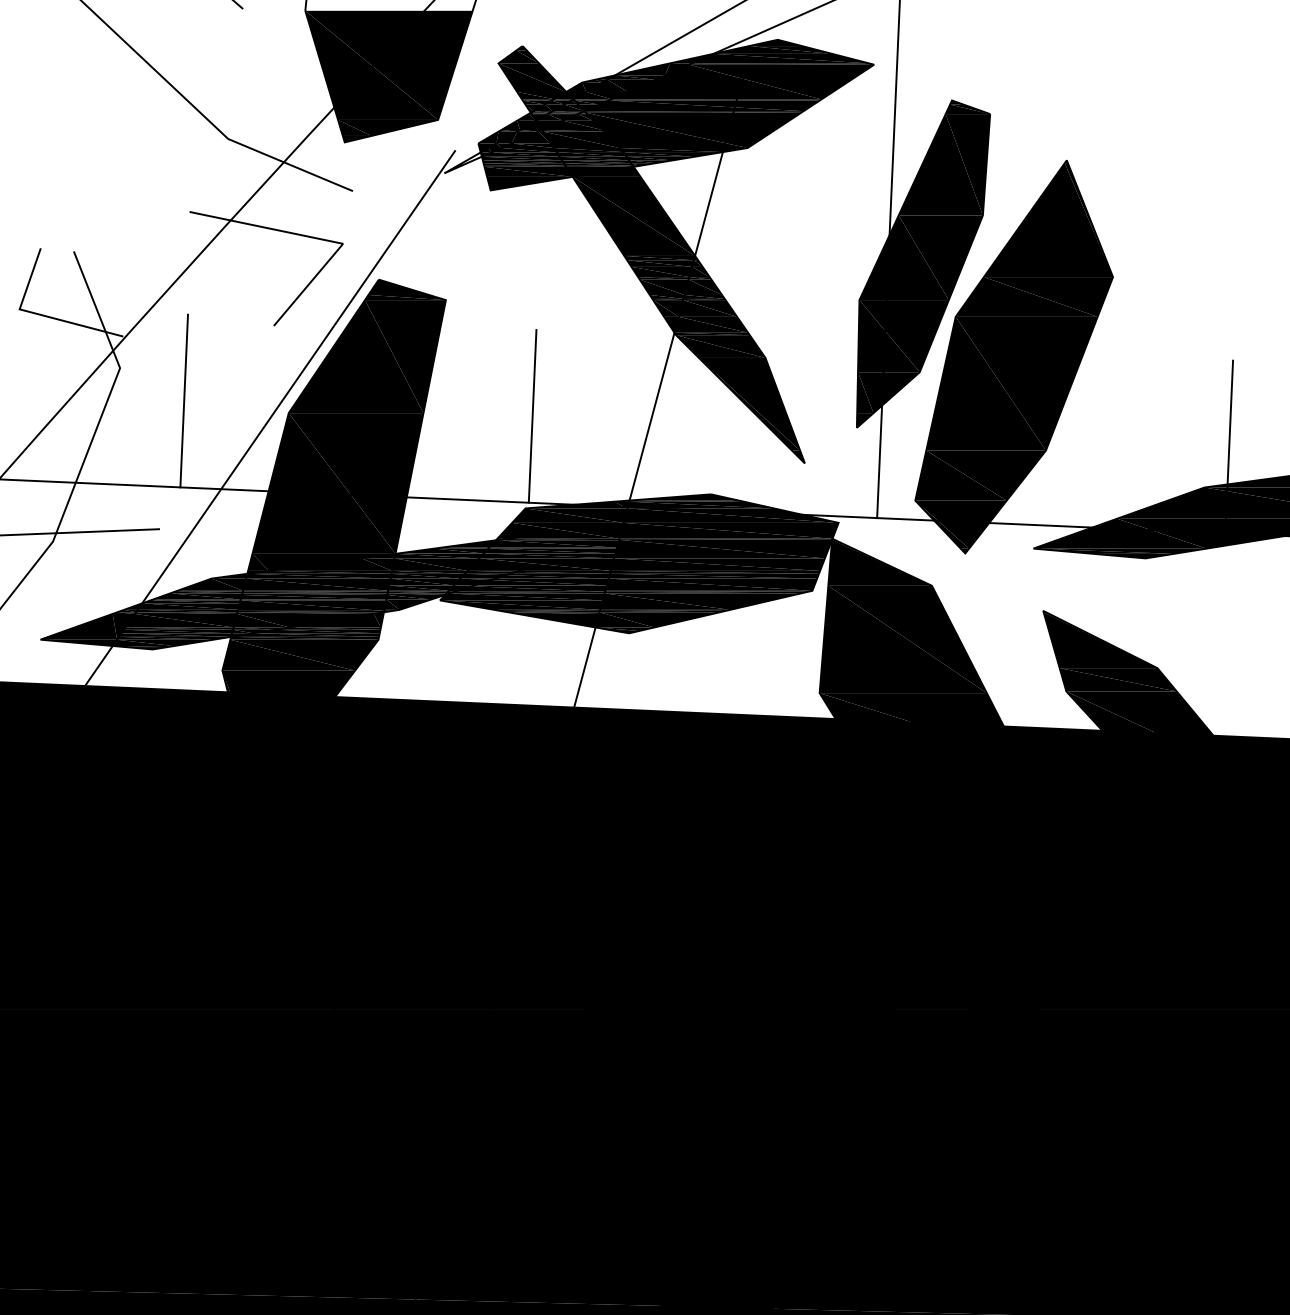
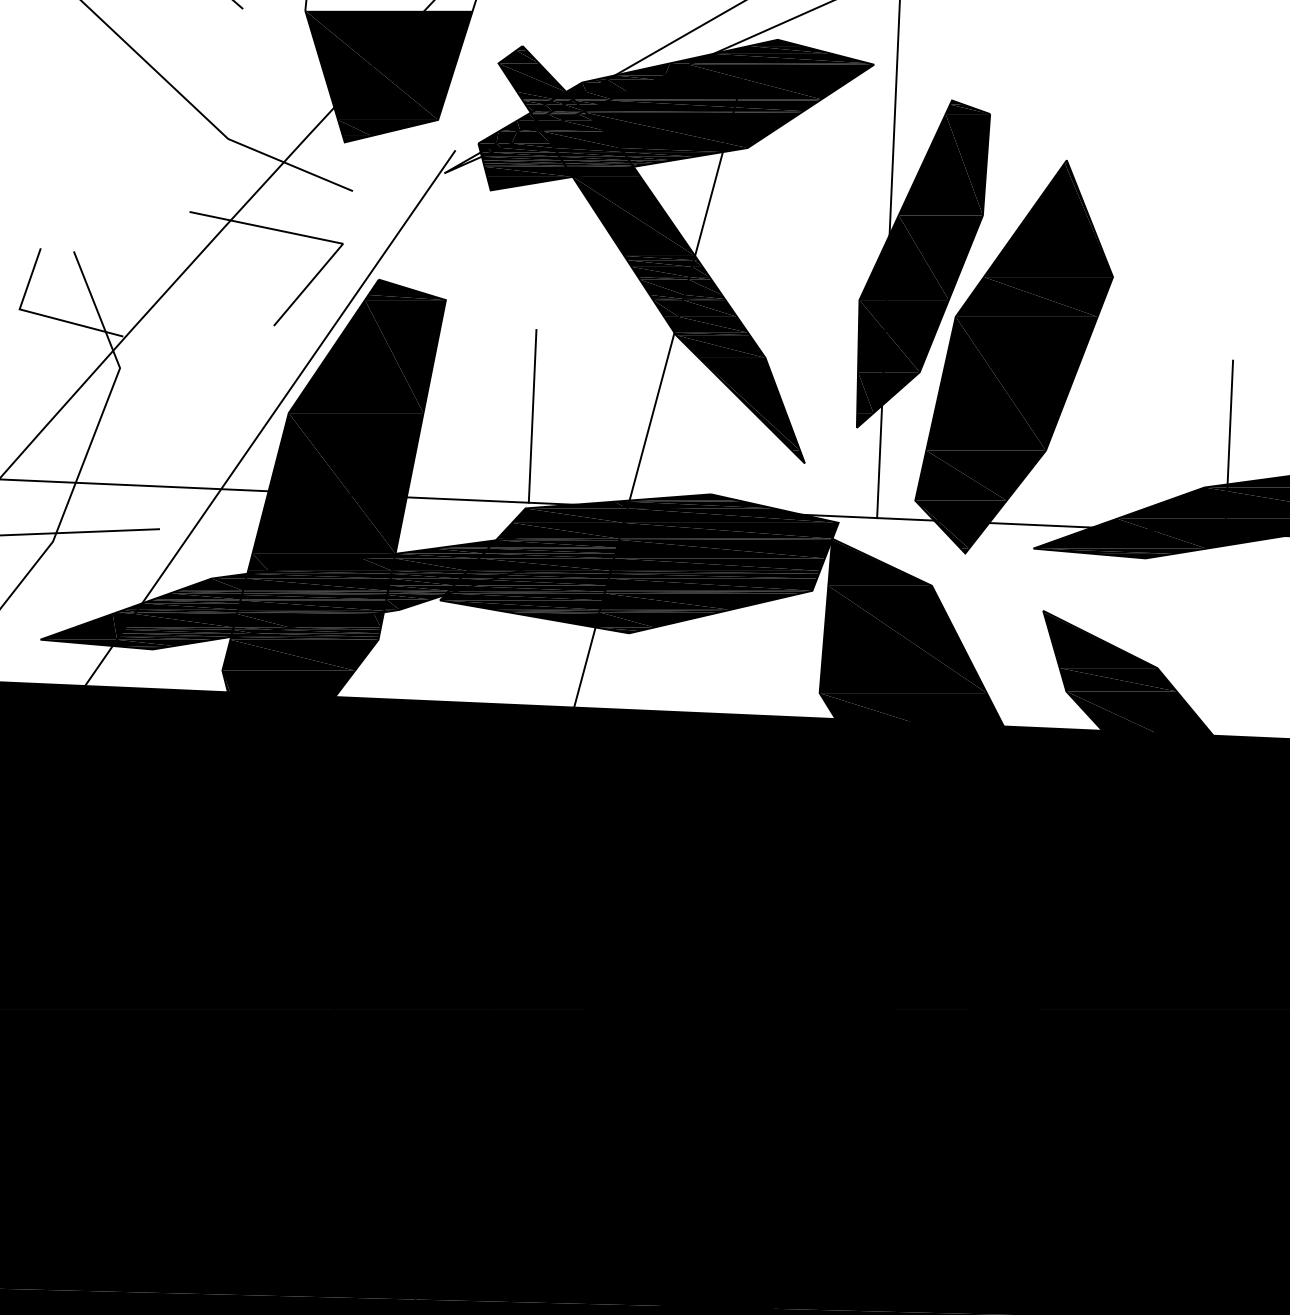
line at (184, 400): present -> none
